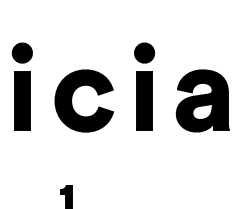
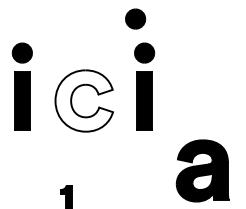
part at (135, 18): none -> present
fill at (83, 100): present -> none
part at (202, 100) position: (202, 100) -> (202, 170)
